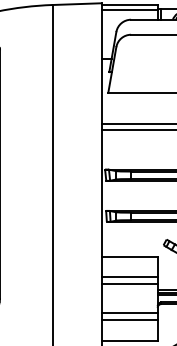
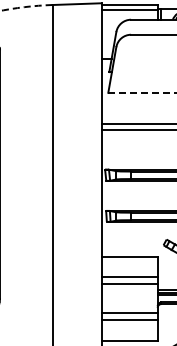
arc at (26, 6): solid -> dashed
line at (142, 92): solid -> dashed
